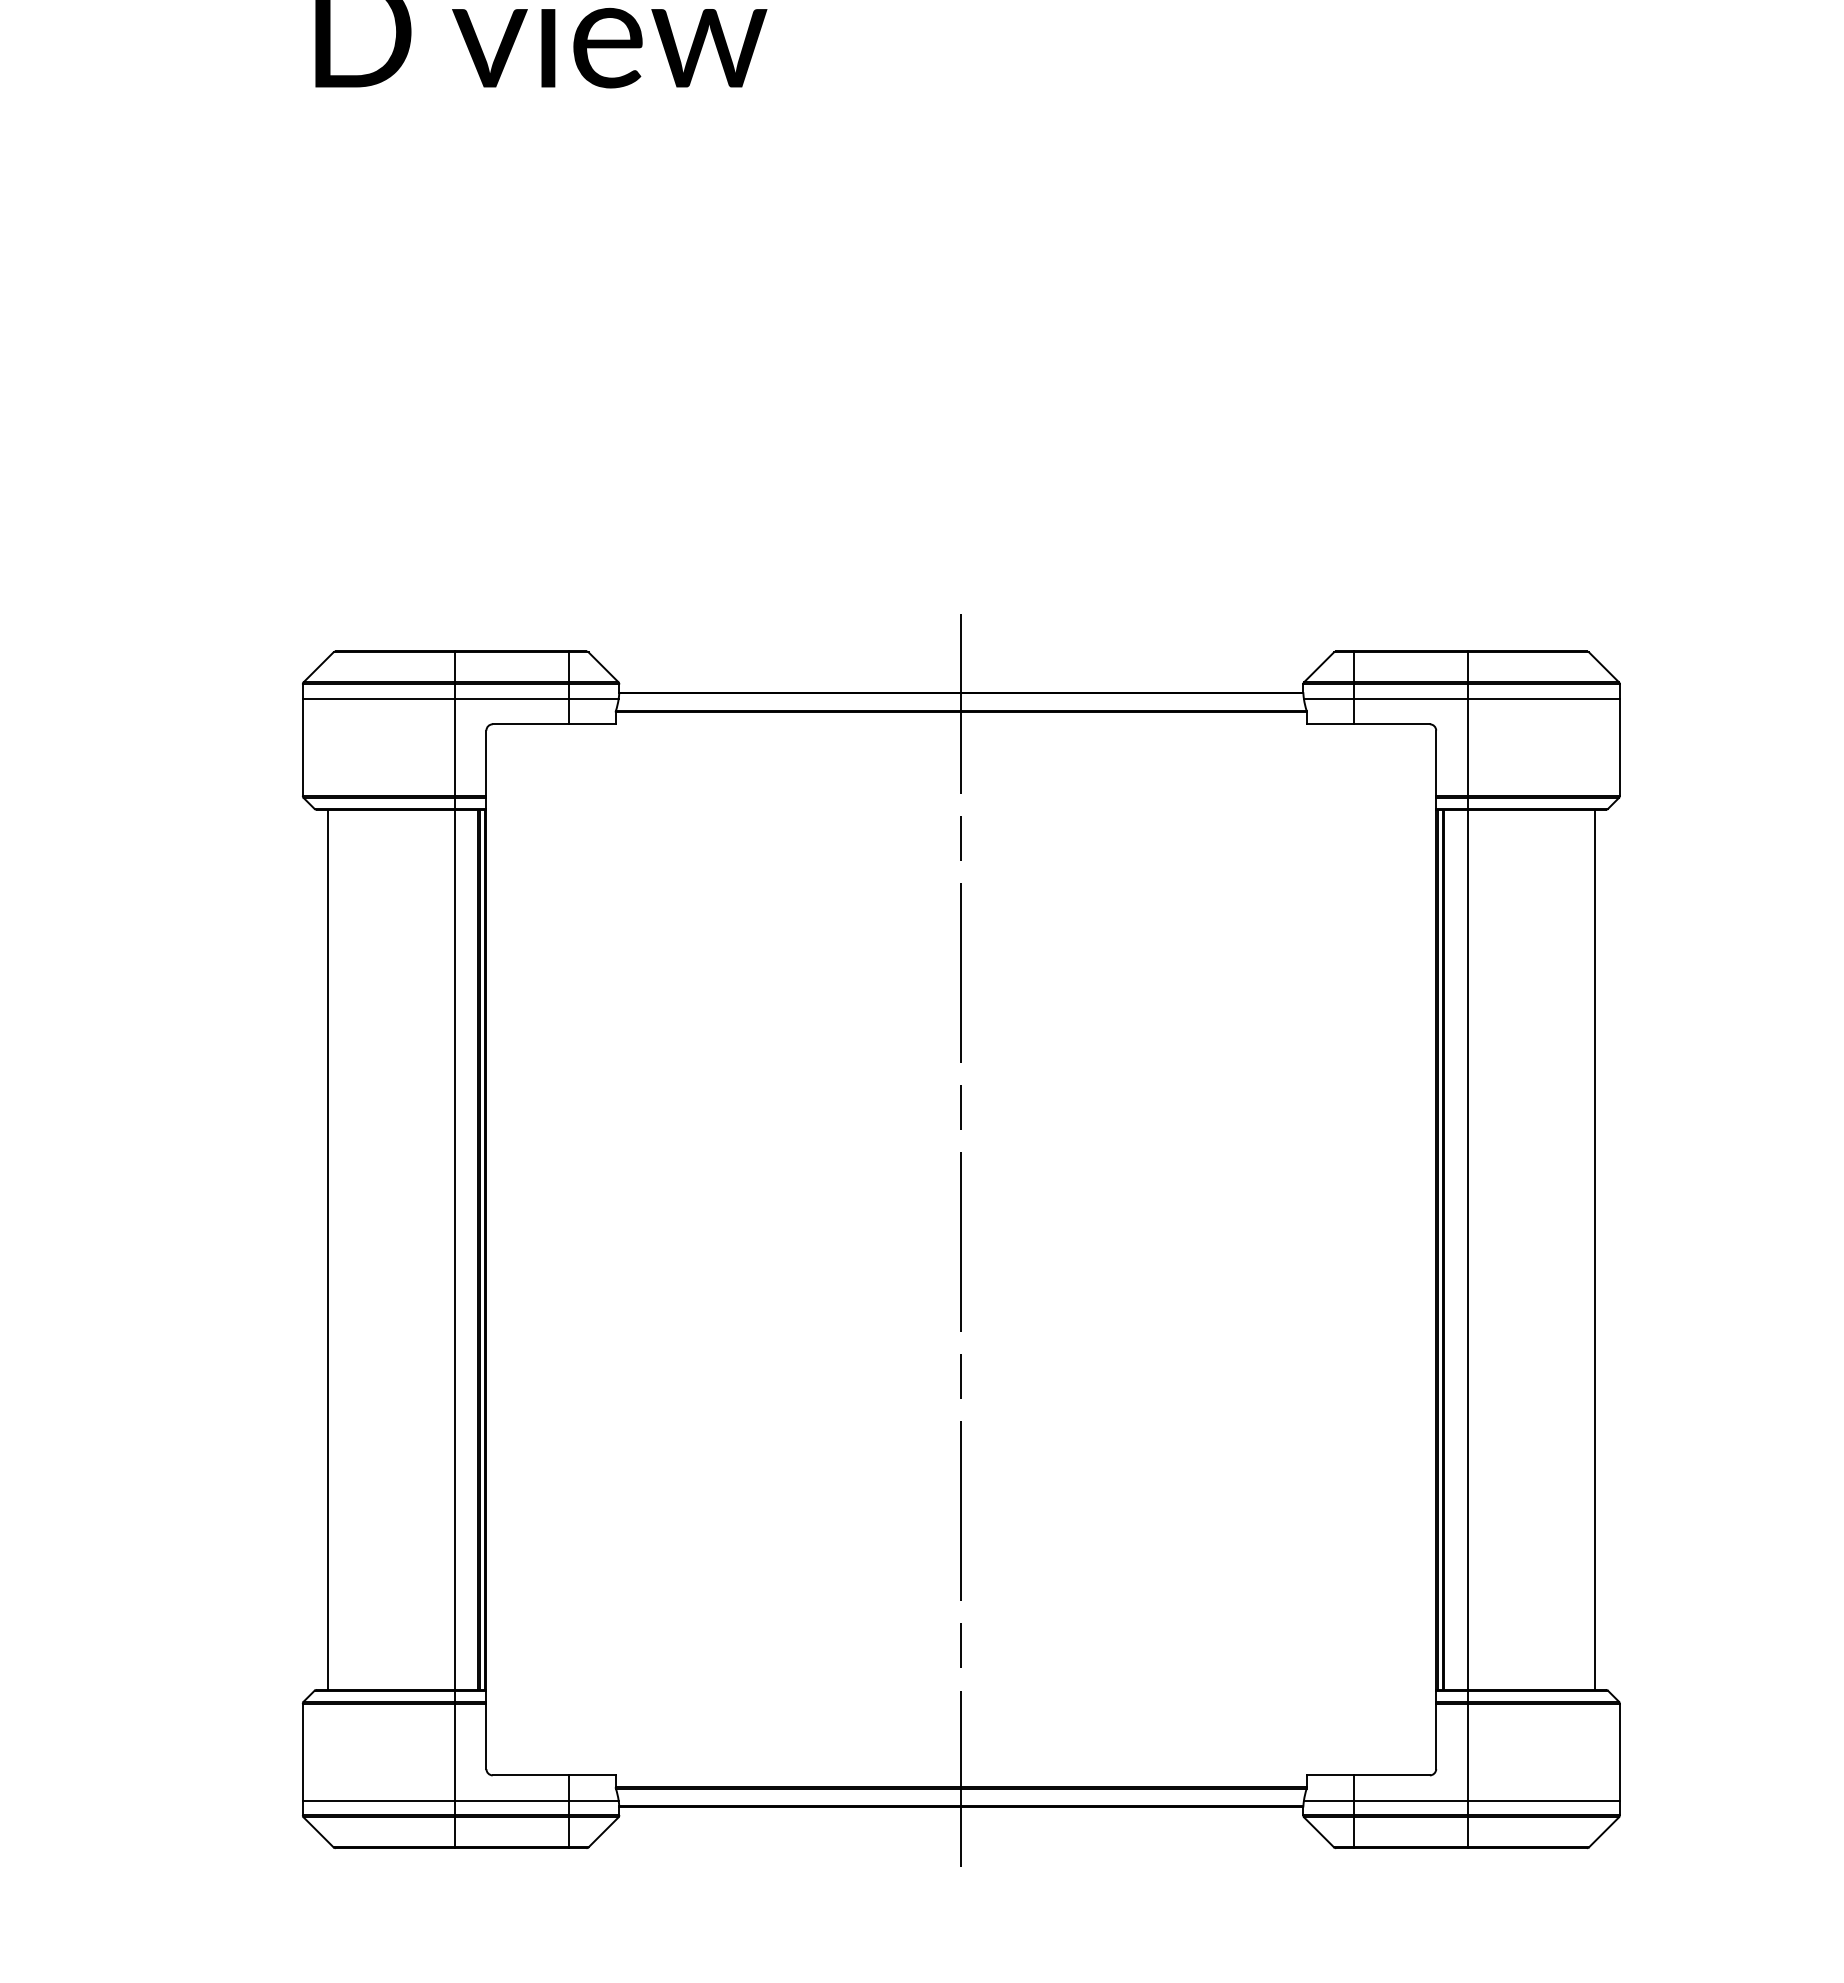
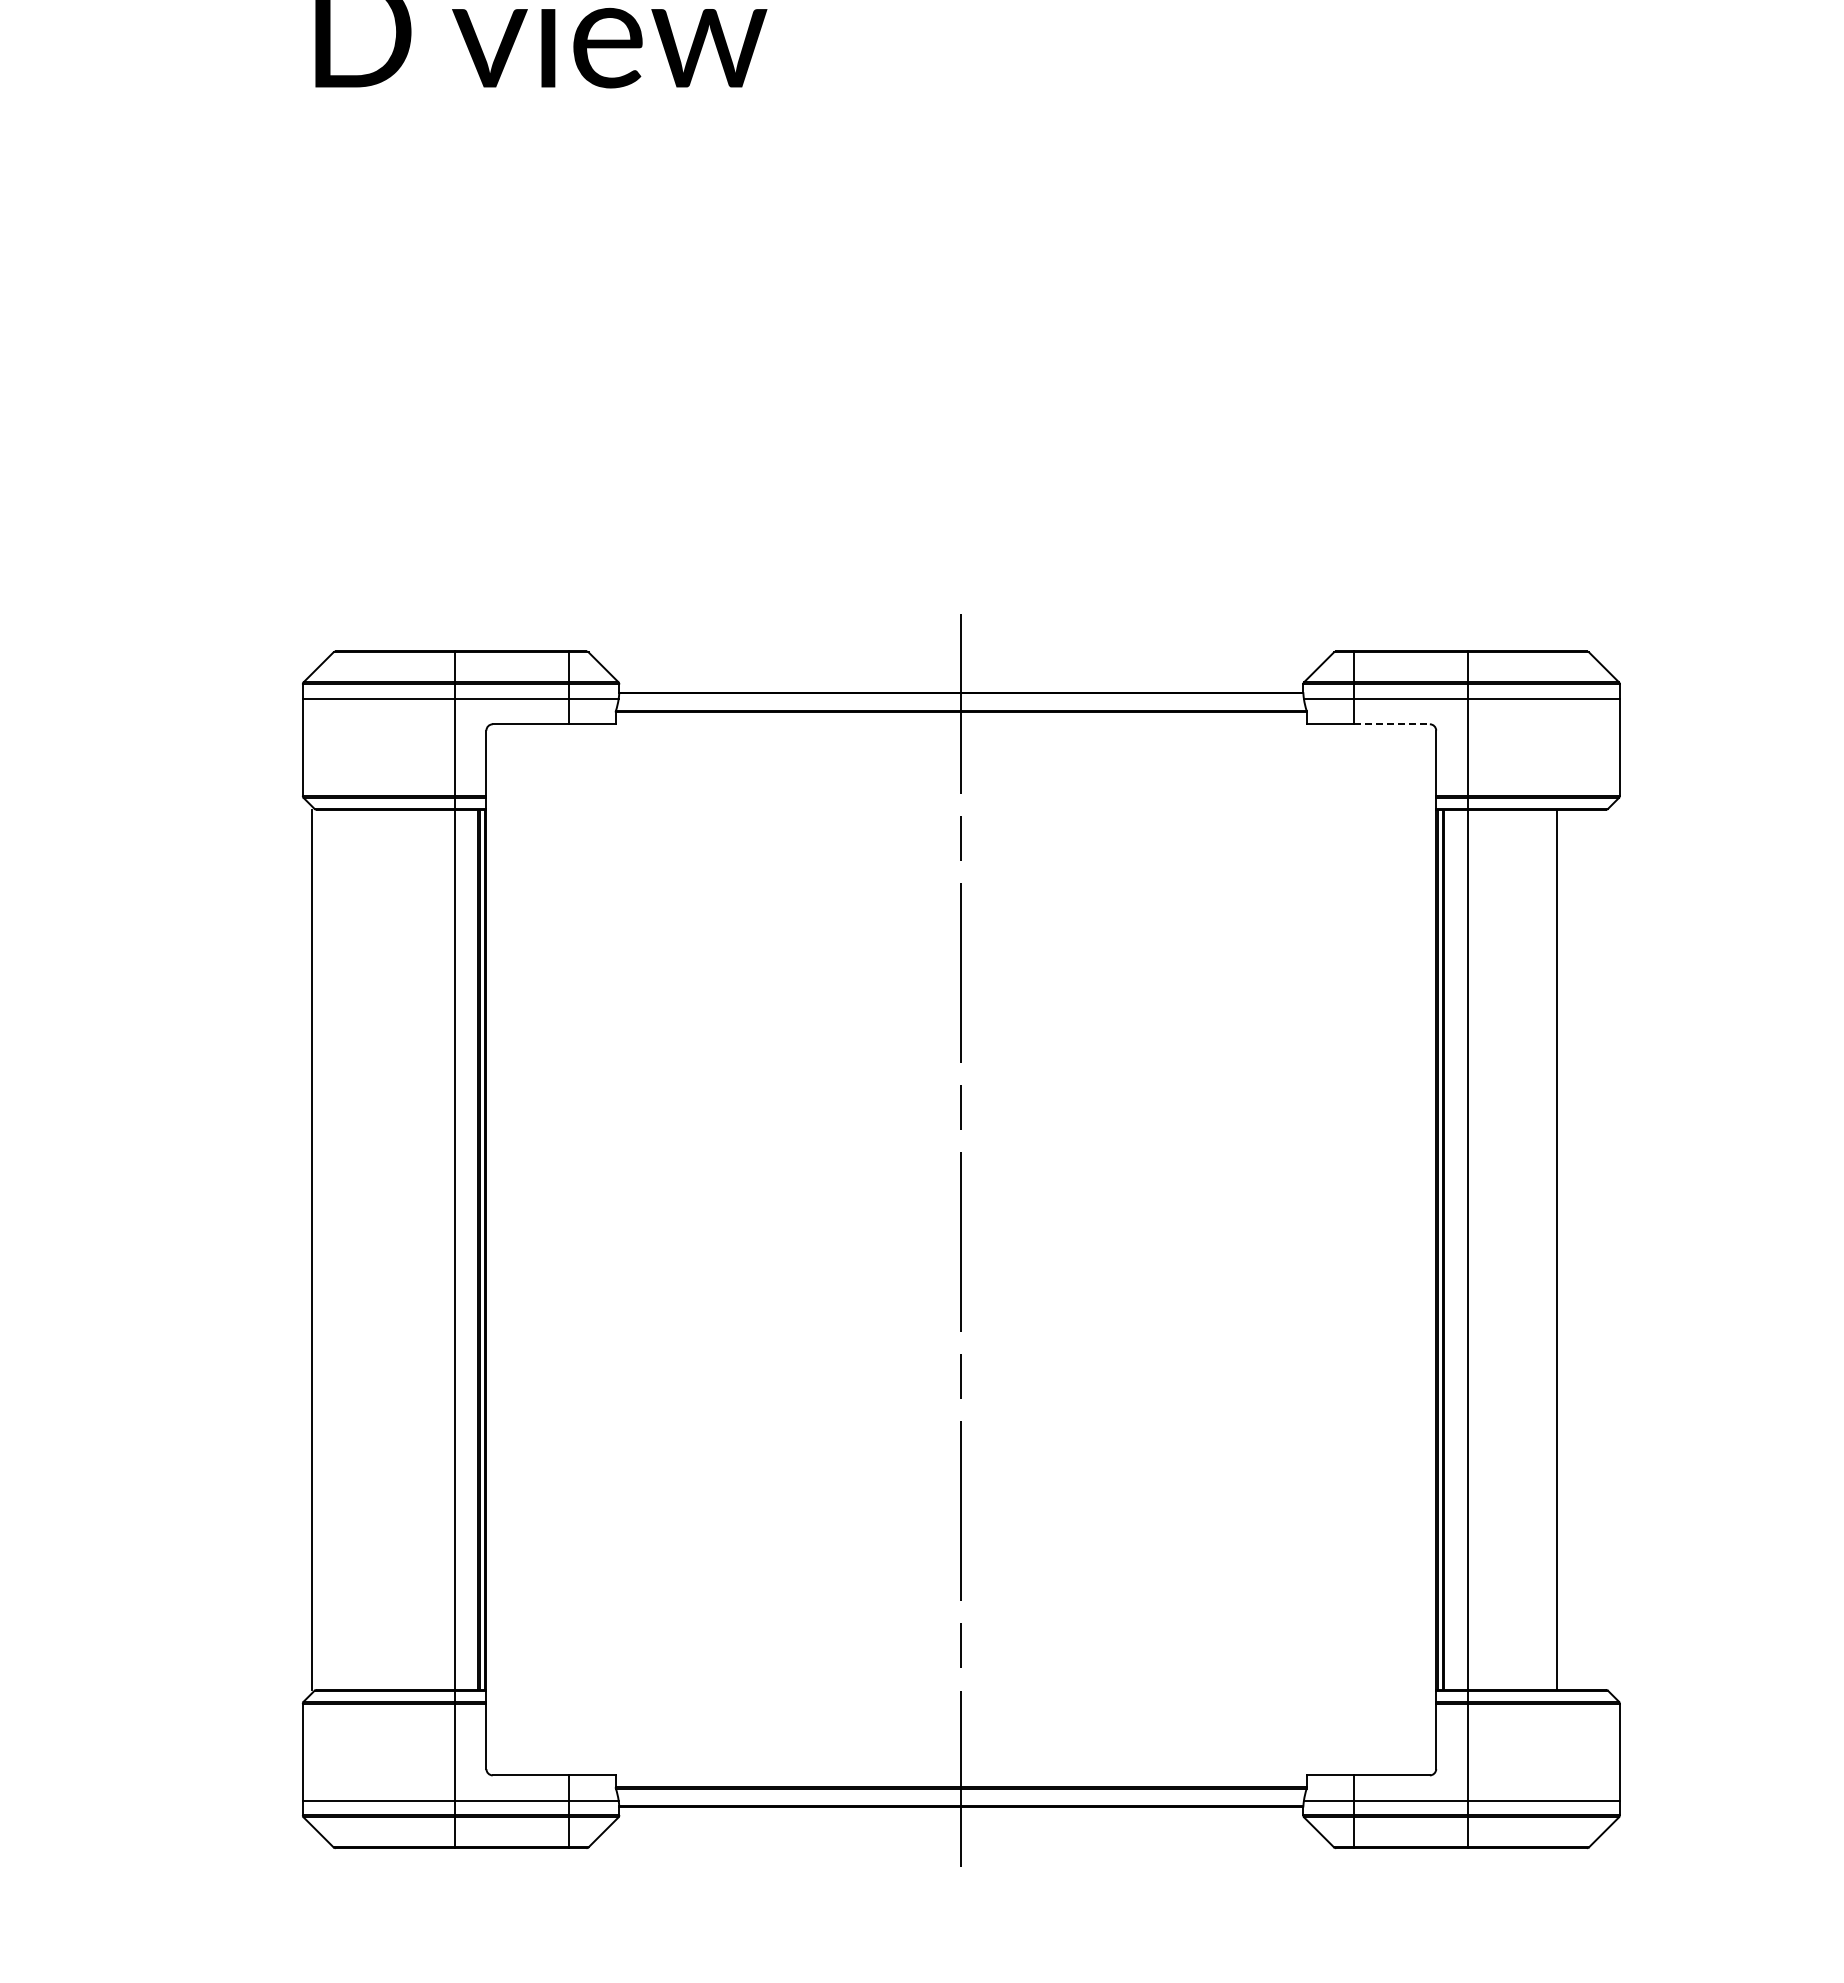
line at (1391, 724): solid -> dashed
line at (328, 1249) position: (328, 1249) -> (312, 1249)
line at (1594, 1249) position: (1594, 1249) -> (1556, 1249)
